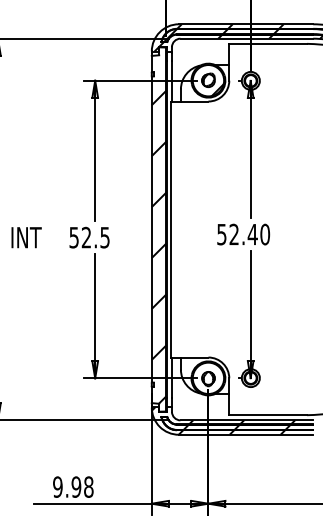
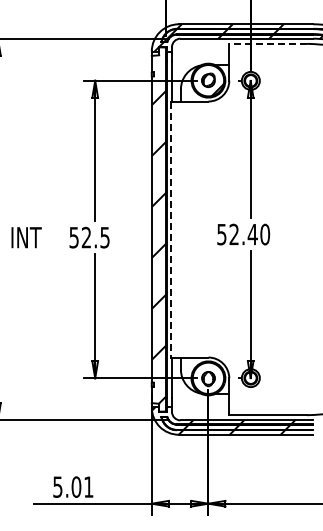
line at (268, 43): solid -> dashed
line at (171, 229): solid -> dashed
text at (73, 486): 9.98 -> 5.01
